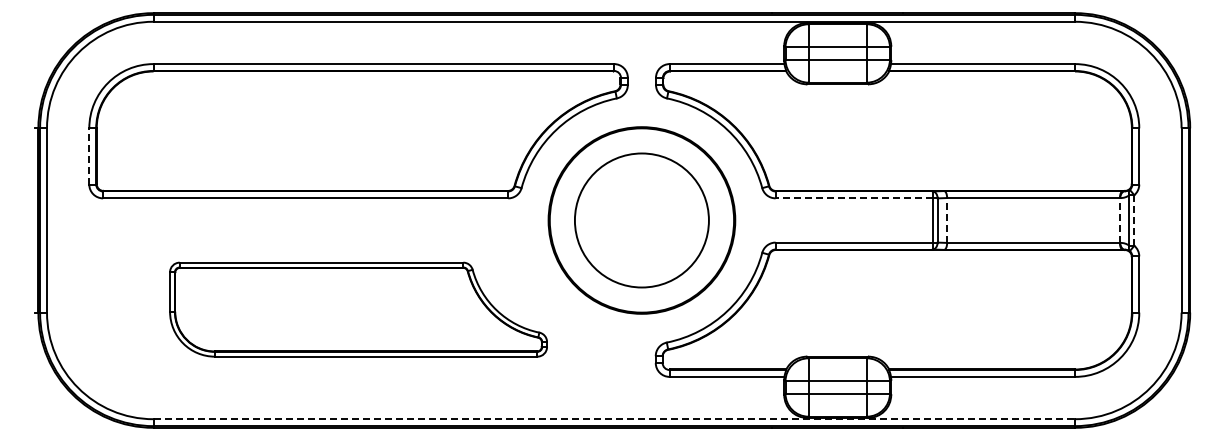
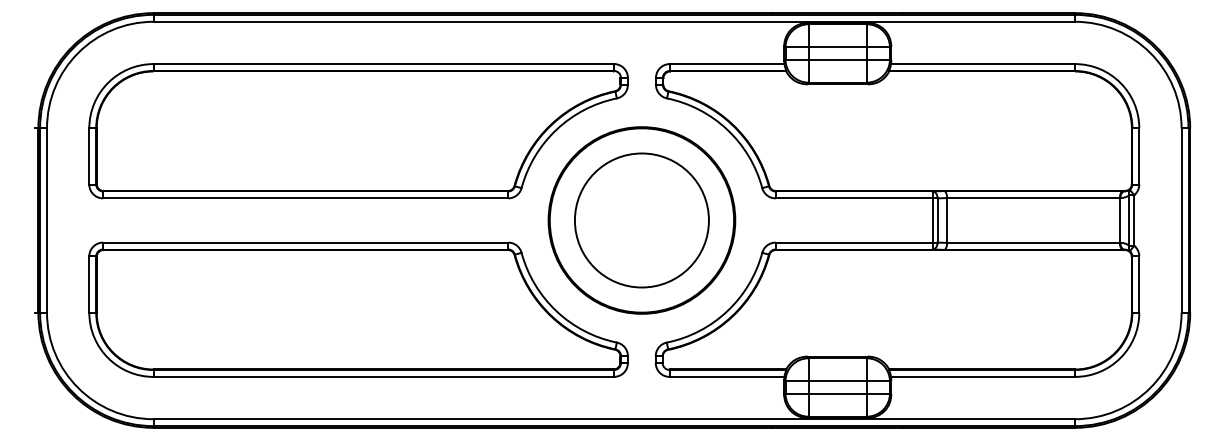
line at (89, 155): dashed -> solid
line at (854, 198): dashed -> solid
line at (947, 219): dashed -> solid
line at (1119, 219): dashed -> solid
line at (1134, 220): dashed -> solid
part at (358, 309) size: 379x97 px -> 541x137 px
line at (614, 419): dashed -> solid
